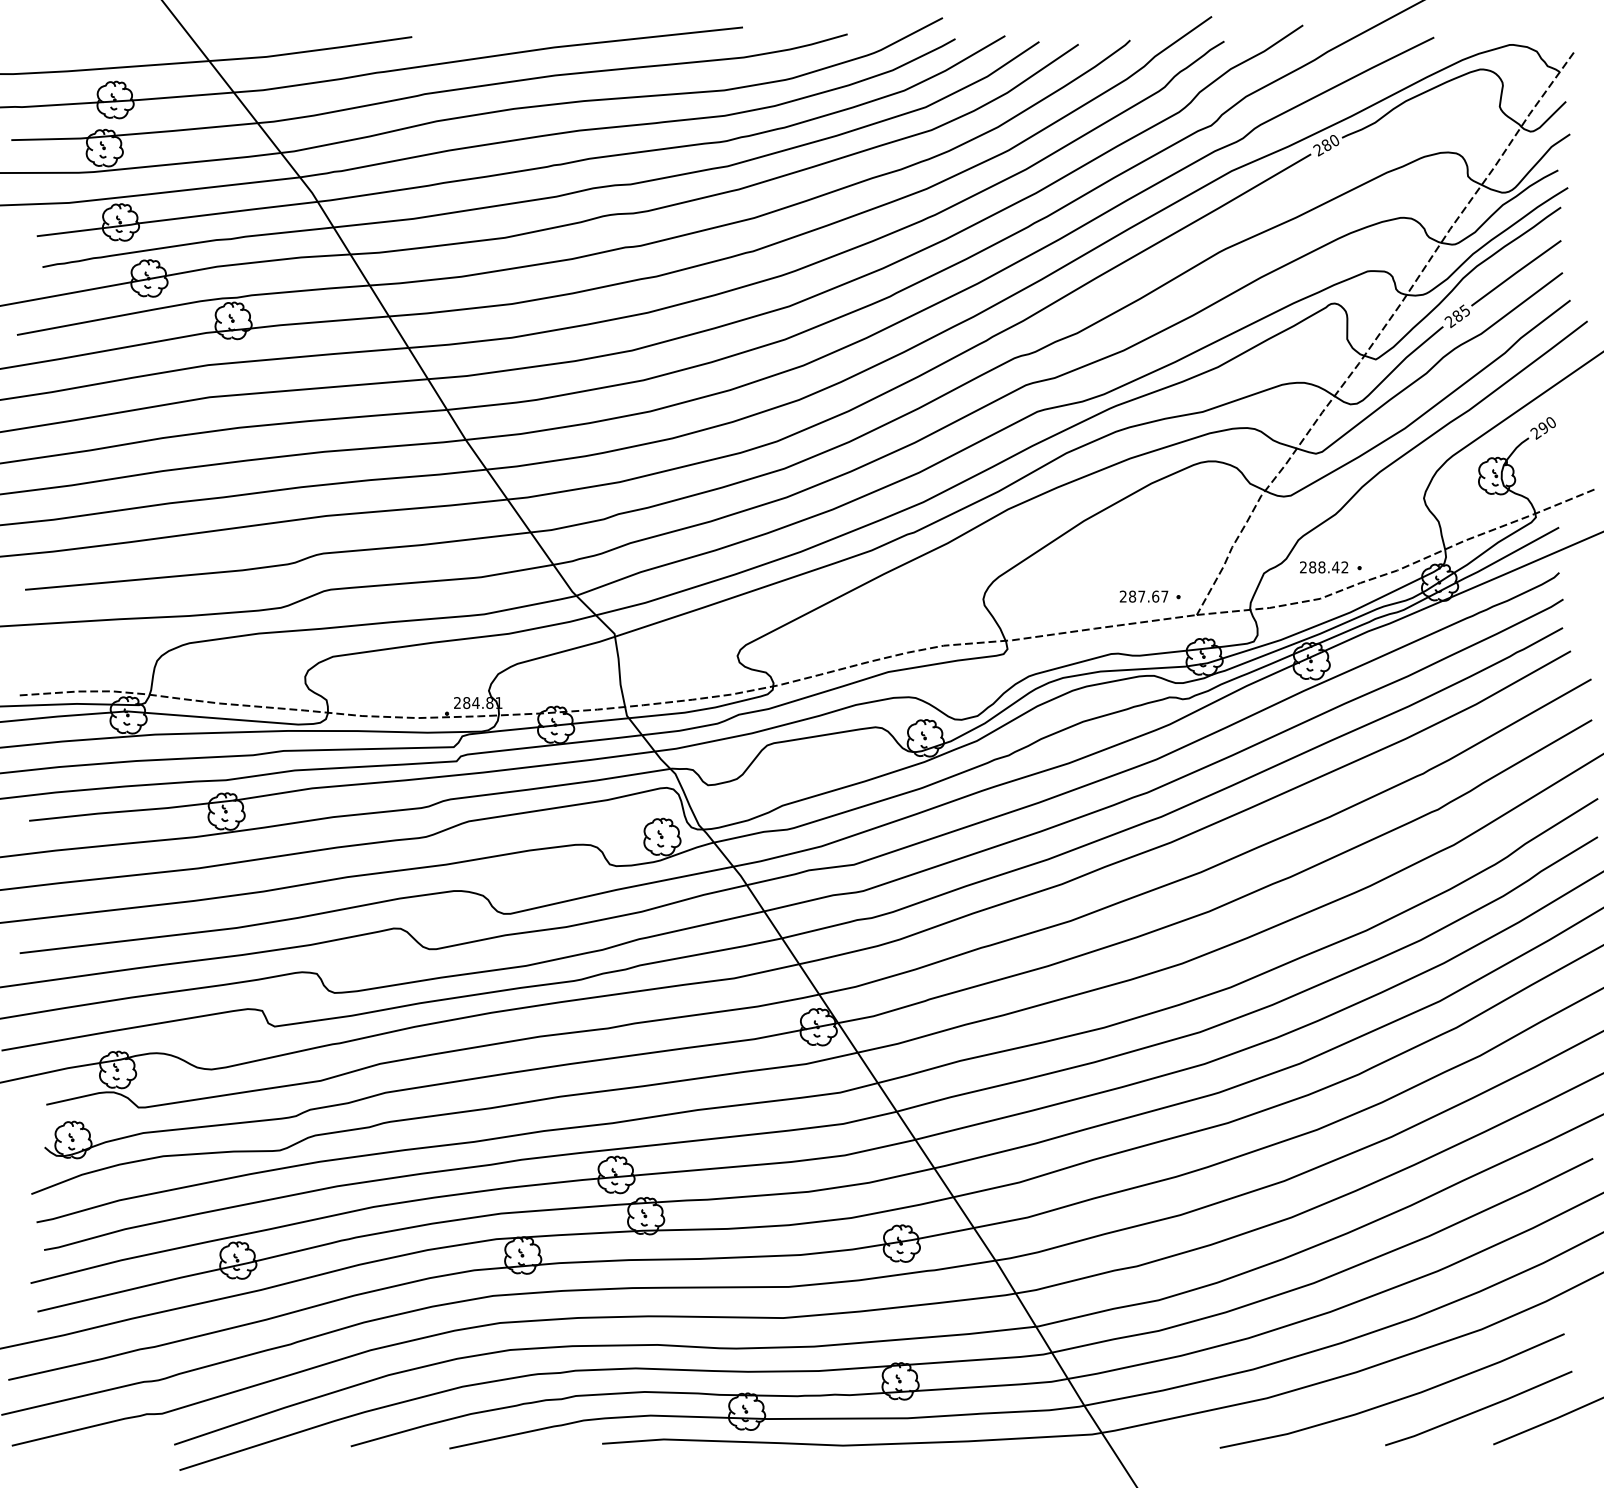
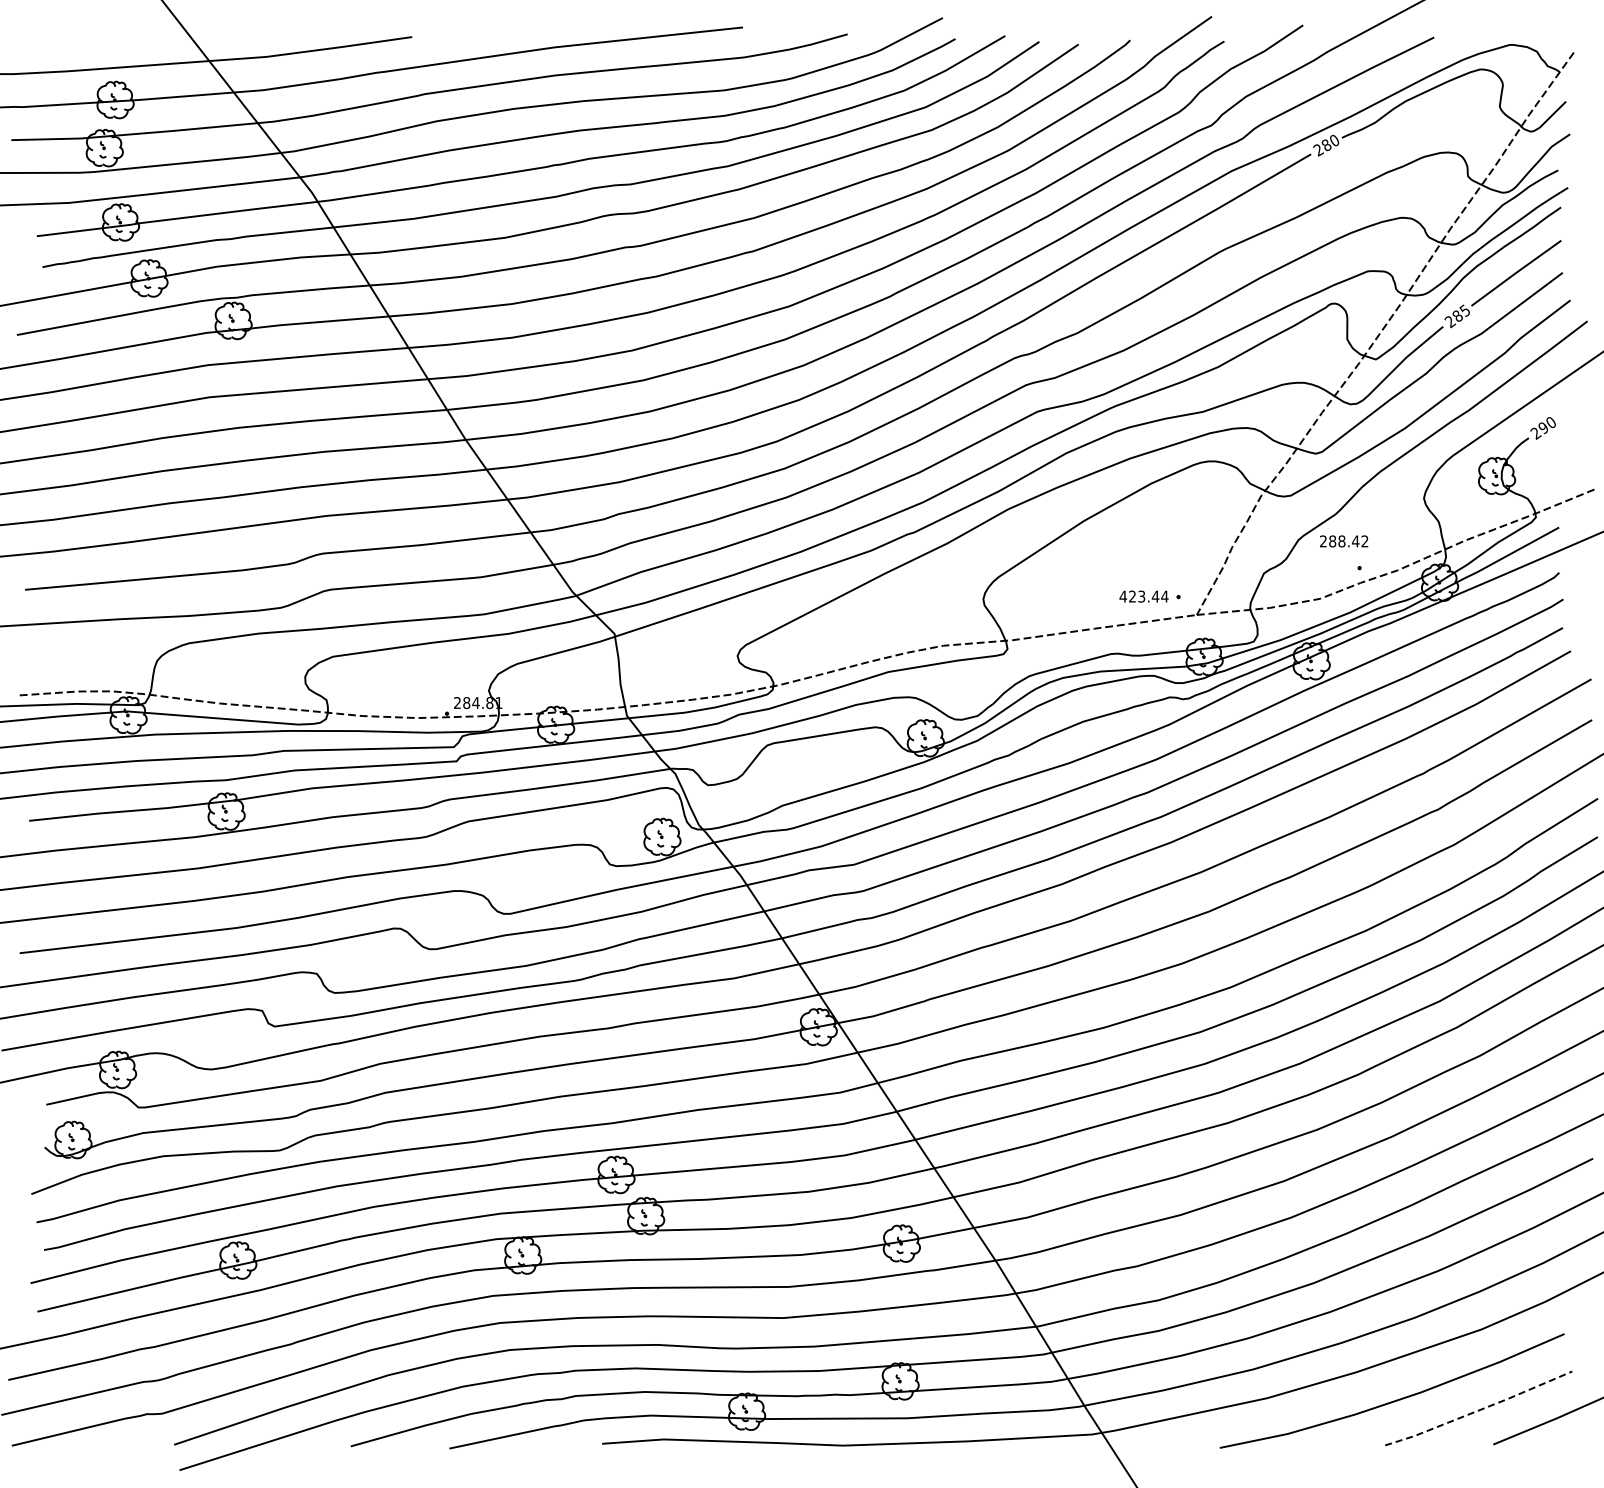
text at (1324, 567) position: (1324, 567) -> (1344, 541)
text at (1143, 596): 287.67 -> 423.44
line at (1479, 1410): solid -> dashed
